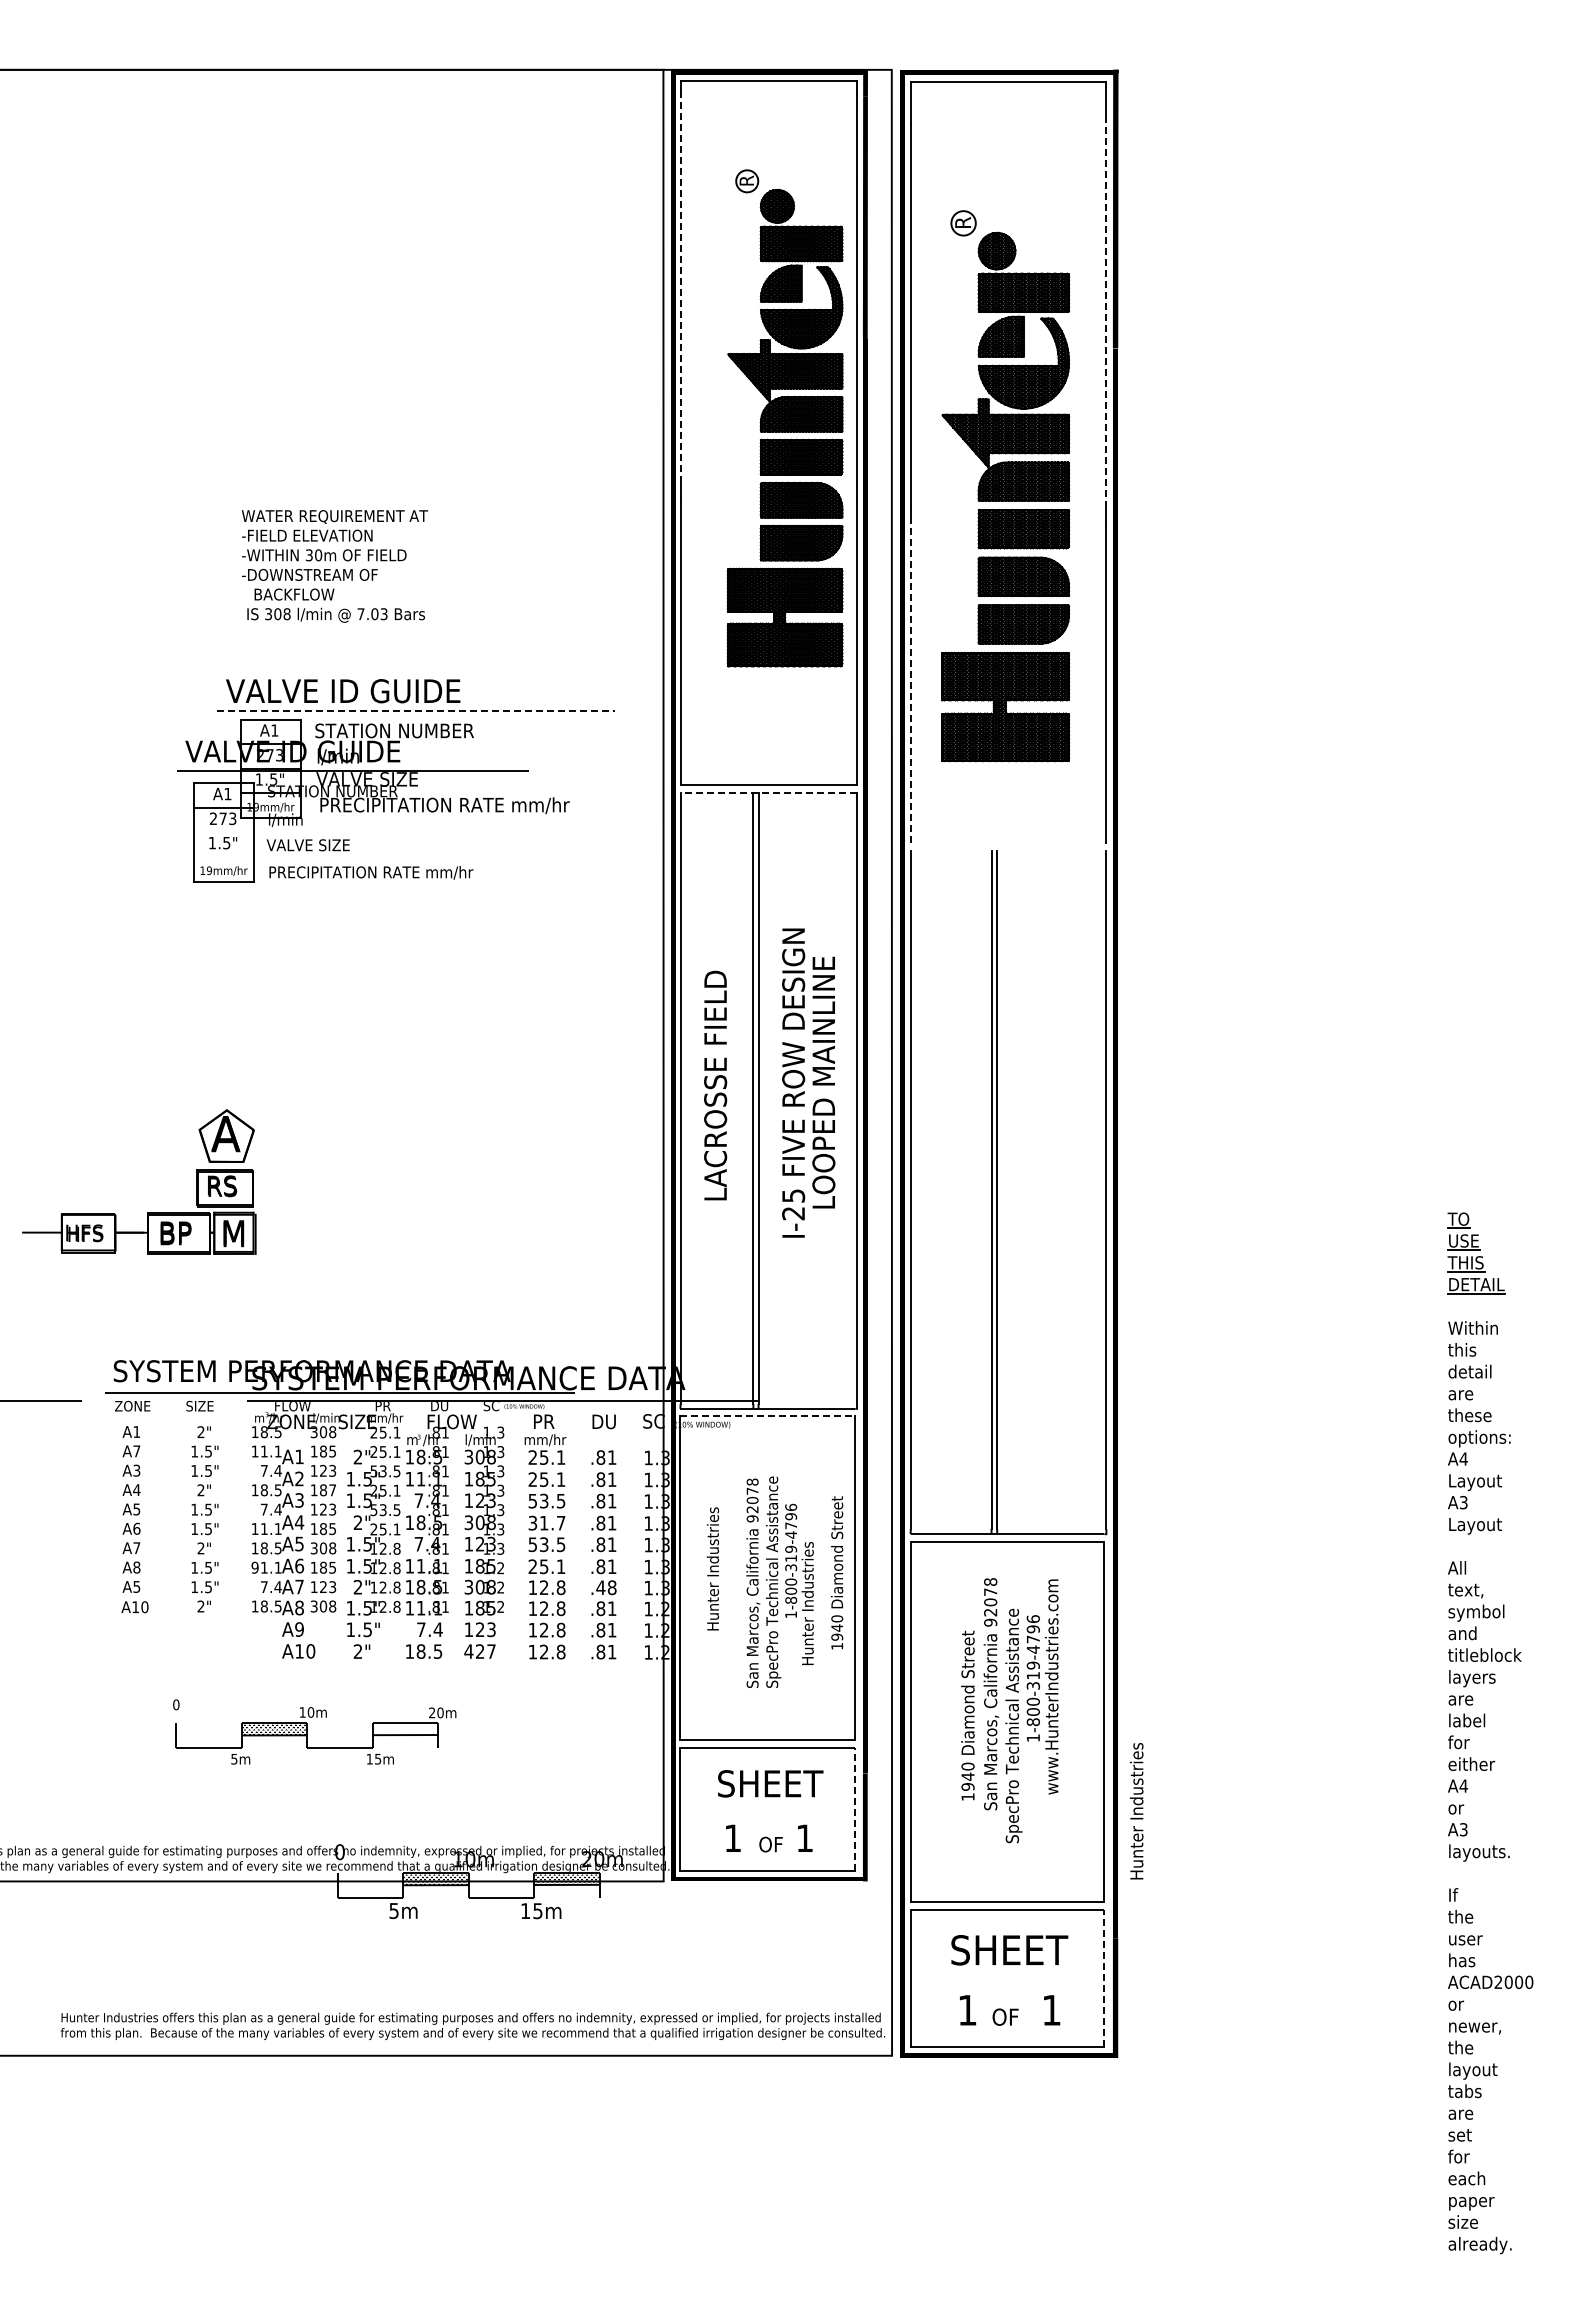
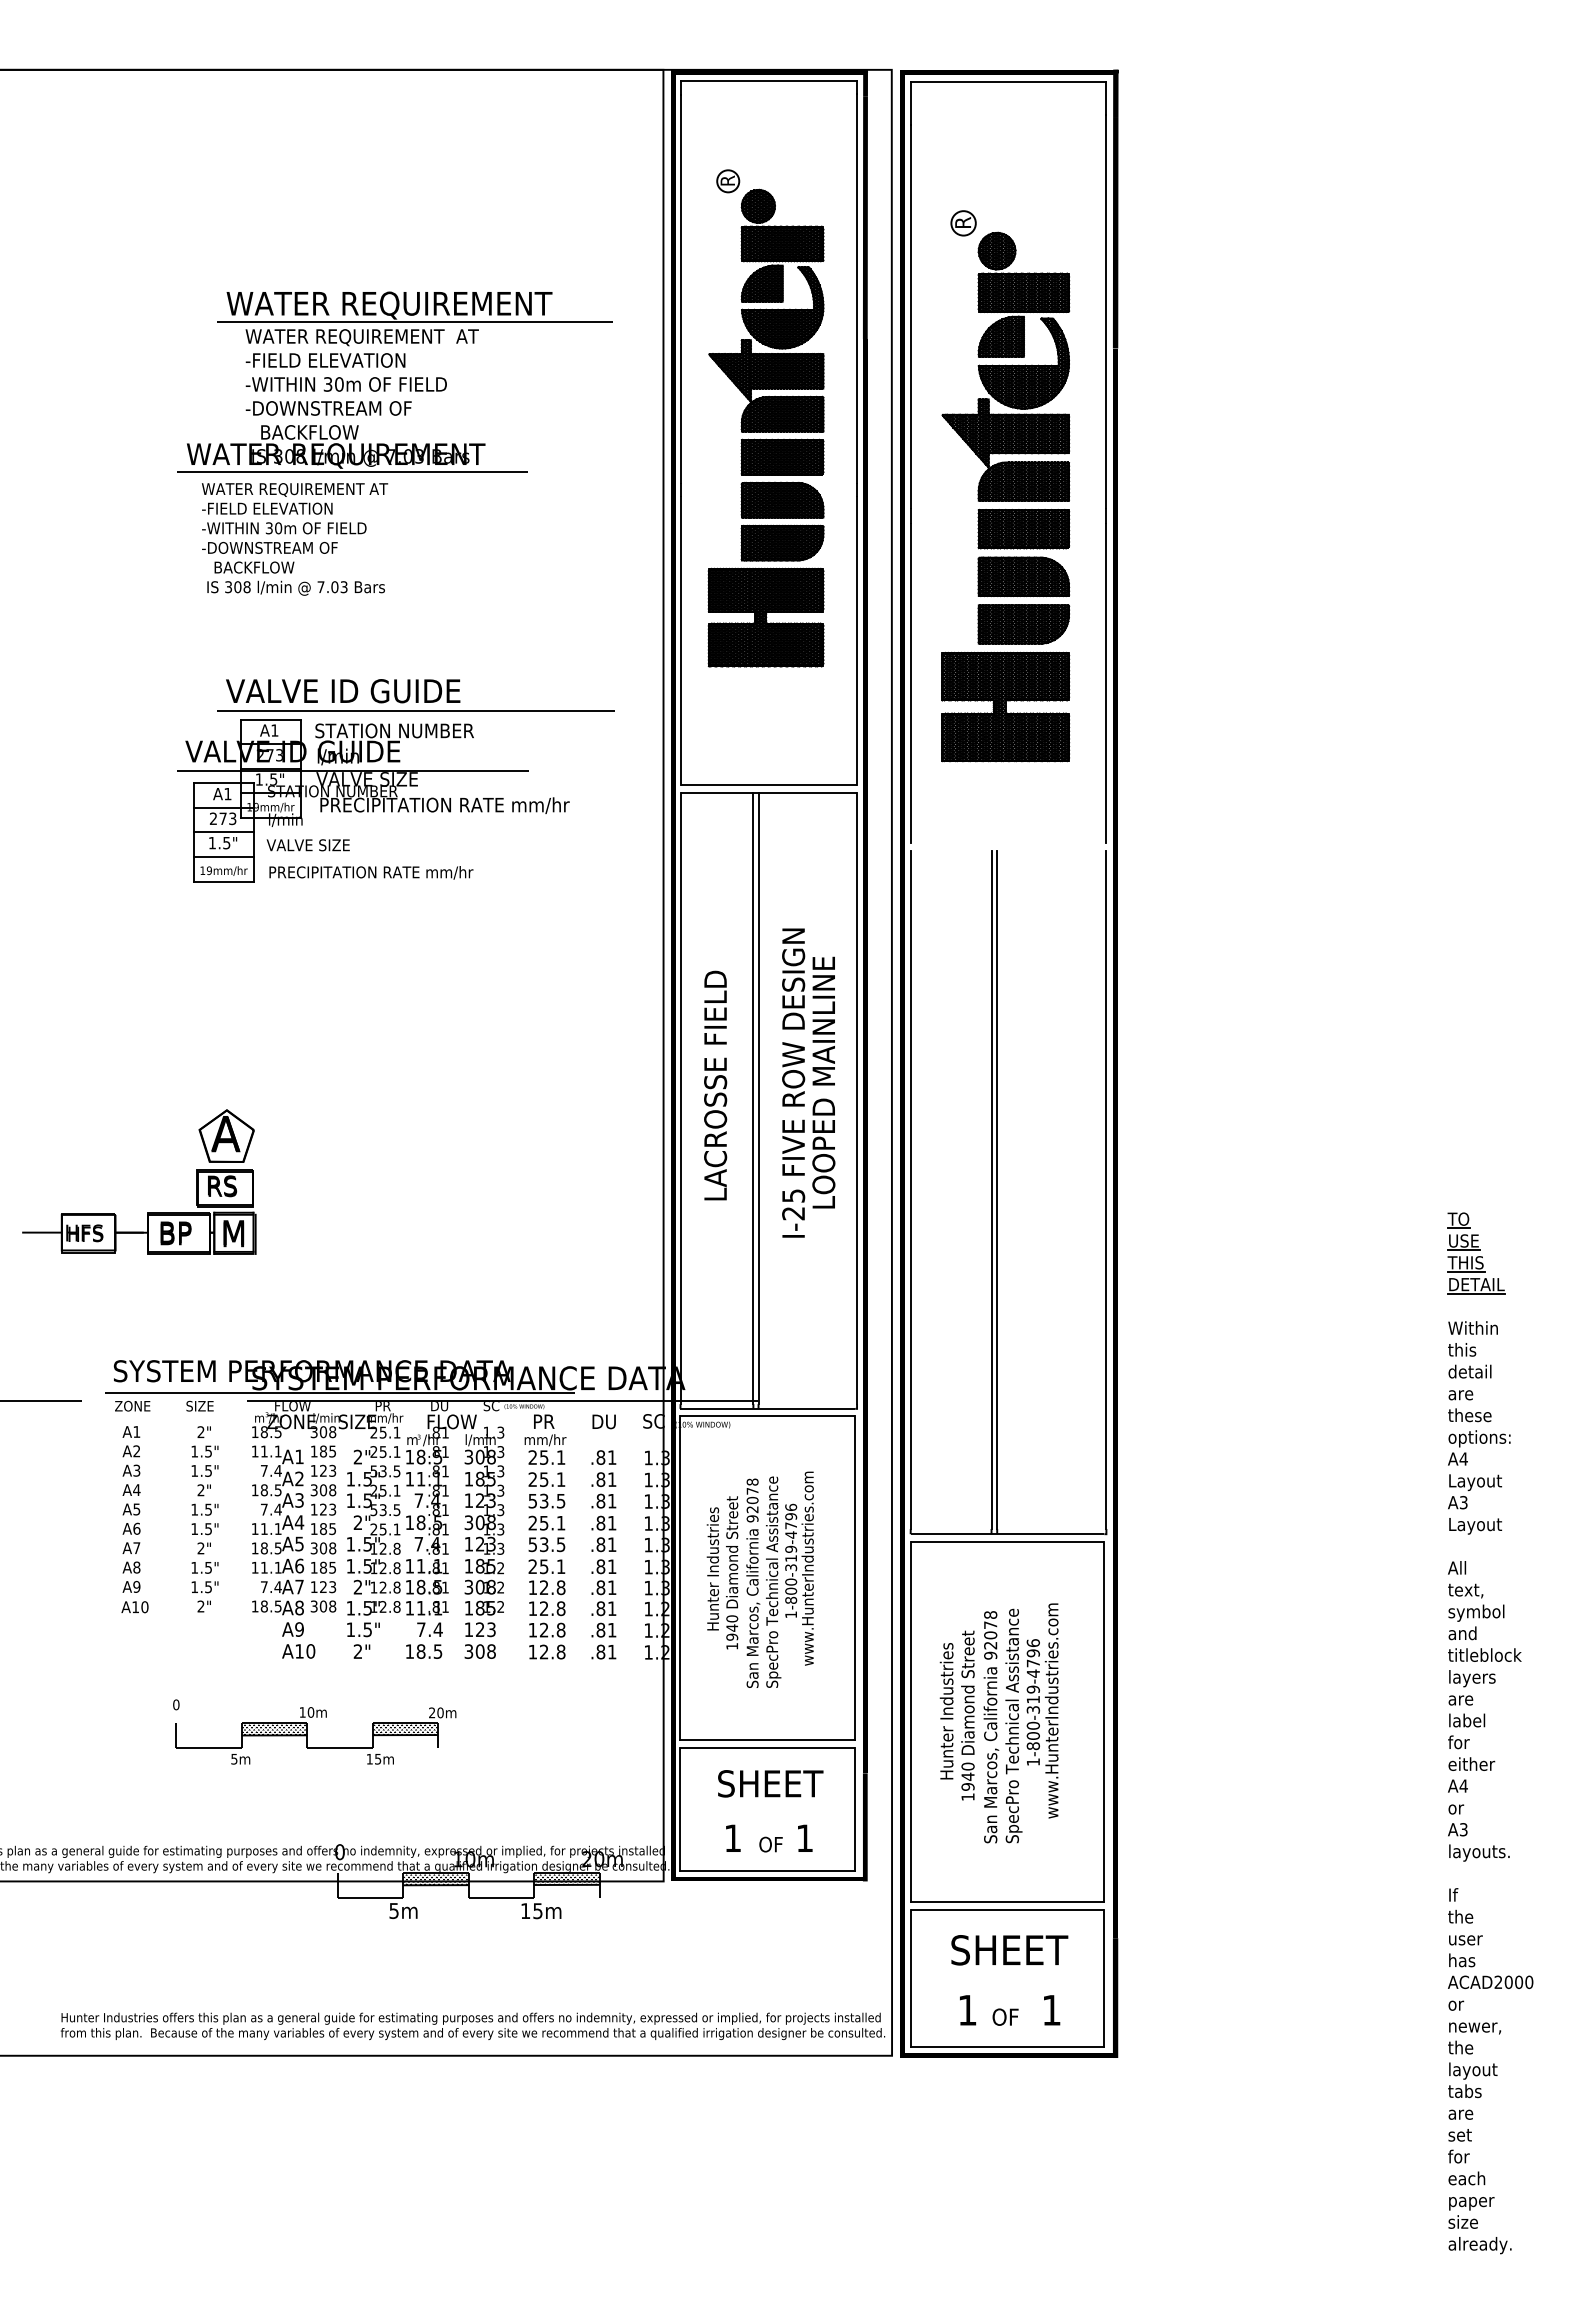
line at (680, 289): dashed -> solid
line at (1106, 311): dashed -> solid
part at (394, 381): none -> present
part at (784, 418) position: (784, 418) -> (765, 418)
text at (335, 566) position: (335, 566) -> (295, 539)
line at (910, 682): dashed -> solid
line at (416, 710): dashed -> solid
line at (768, 792): dashed -> solid
line at (223, 832): none -> present
line at (223, 857): none -> present
line at (768, 1416): dashed -> solid
text at (136, 1451): A7 -> A2
text at (323, 1490): 187 -> 308
text at (546, 1523): 31.7 -> 25.1
text at (254, 1567): 91.1 -> 11.1
text at (807, 1568): Hunter Industries -> www.HunterIndustries.com
text at (837, 1572) position: (837, 1572) -> (732, 1572)
text at (136, 1586): A5 -> A9
text at (606, 1587): .48 -> .81
text at (479, 1651): 427 -> 308
text at (1042, 1686) position: (1042, 1686) -> (1042, 1710)
text at (991, 1694) position: (991, 1694) -> (991, 1727)
hatch at (404, 1729): none -> present
line at (855, 1809): dashed -> solid
text at (1136, 1811) position: (1136, 1811) -> (946, 1711)
line at (1104, 1977): dashed -> solid
